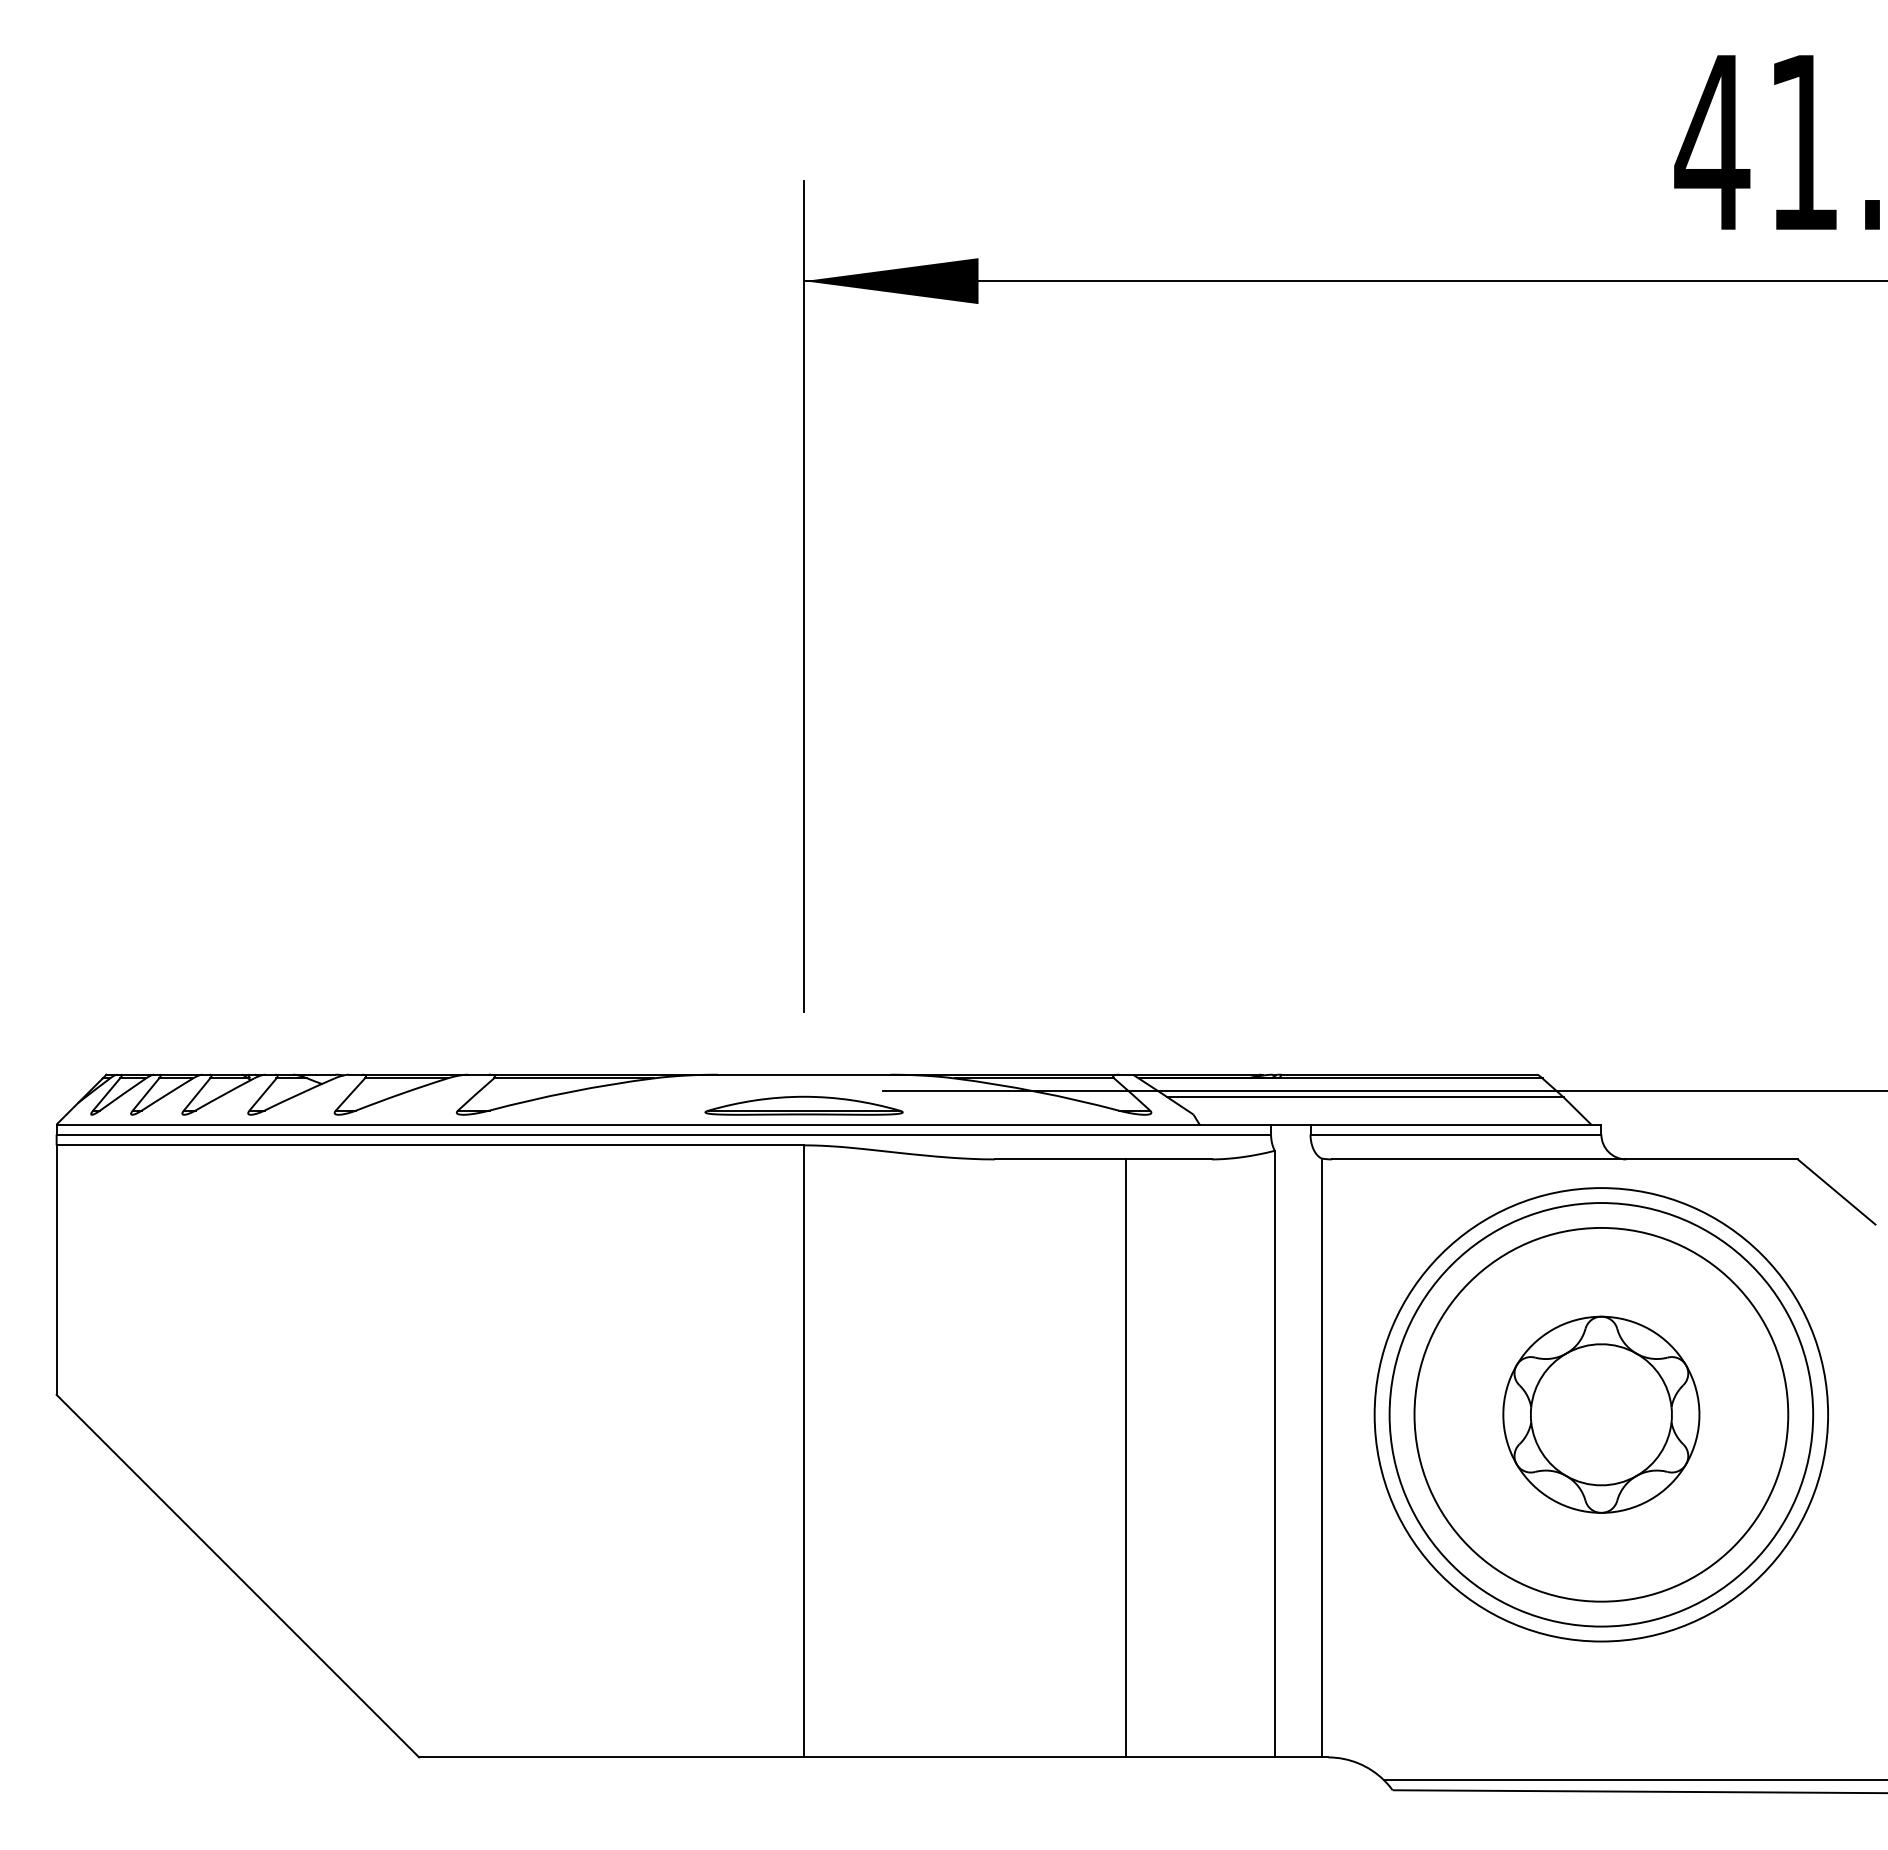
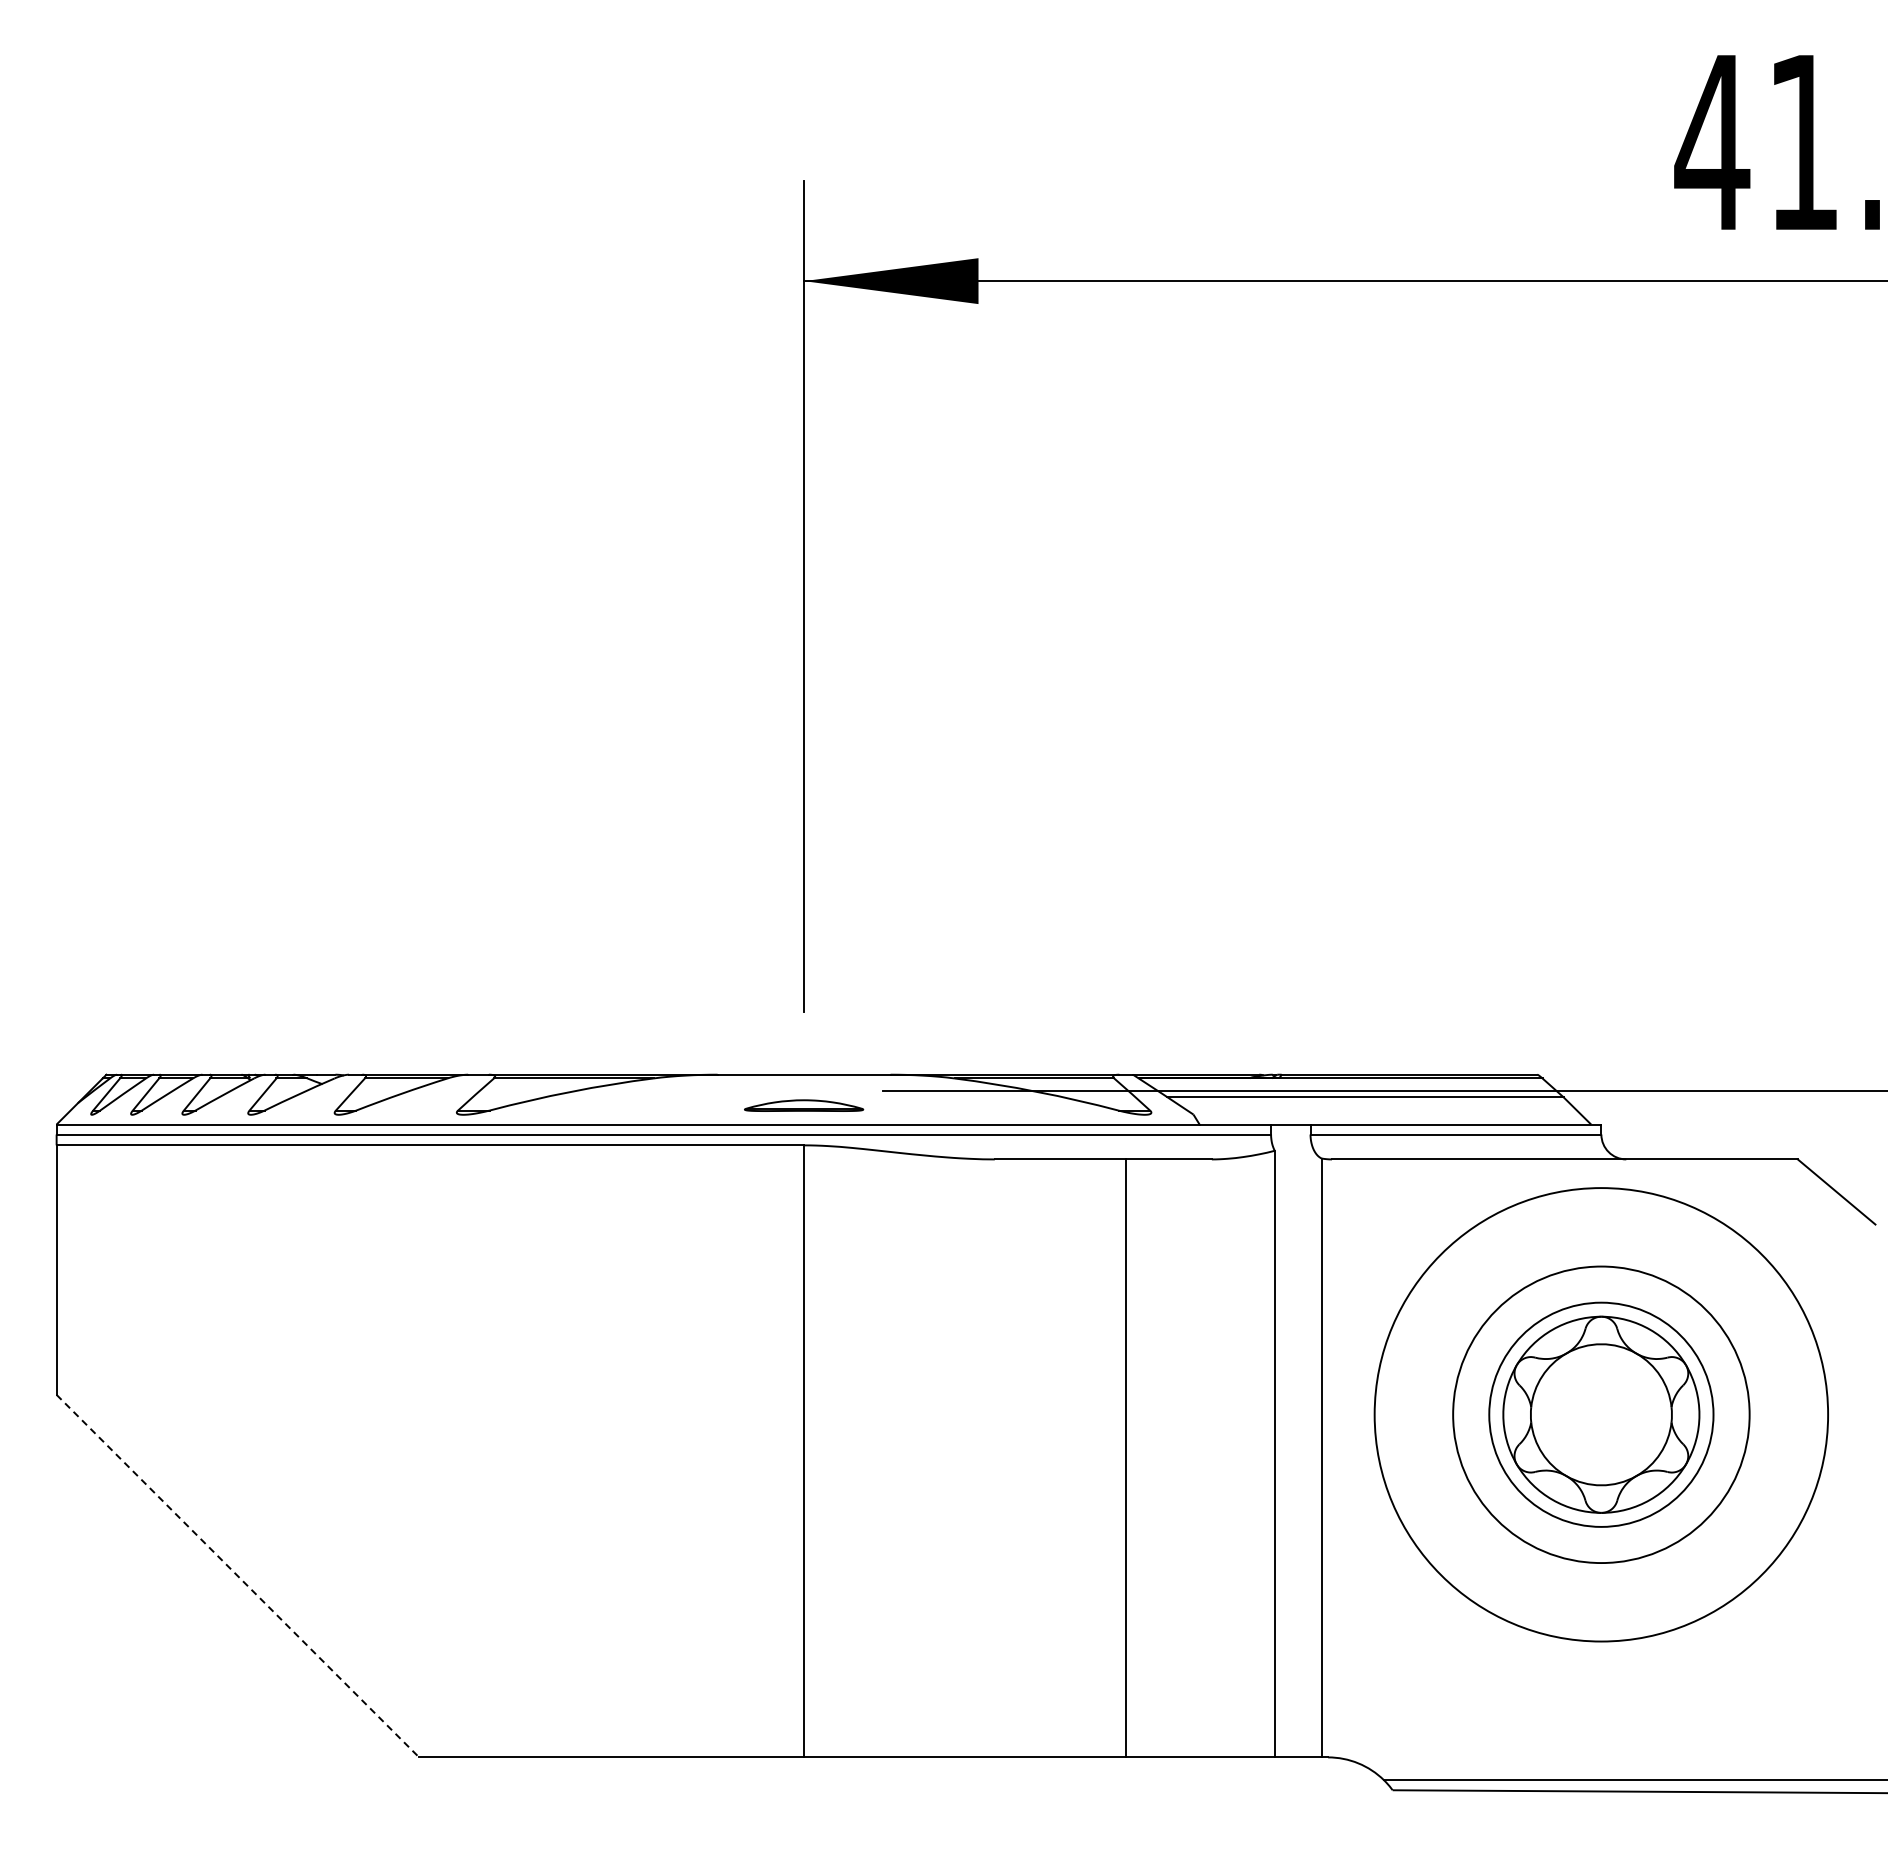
part at (803, 1105) size: 200x21 px -> 121x13 px
circle at (1601, 1414) diameter: 374 px -> 224 px
circle at (1601, 1414) diameter: 424 px -> 296 px
line at (238, 1576): solid -> dashed
